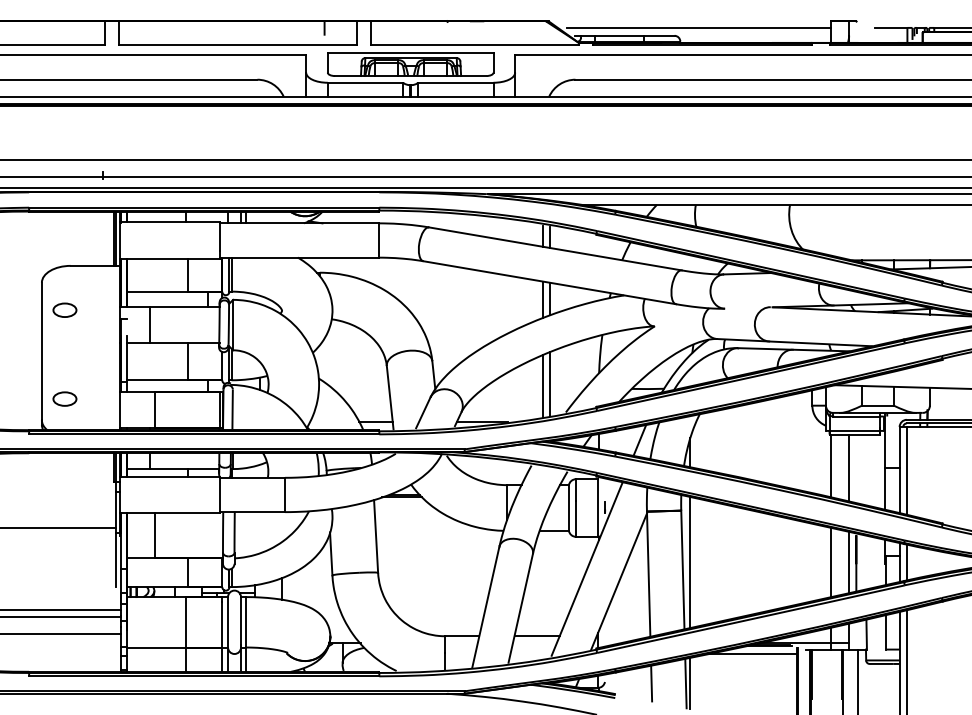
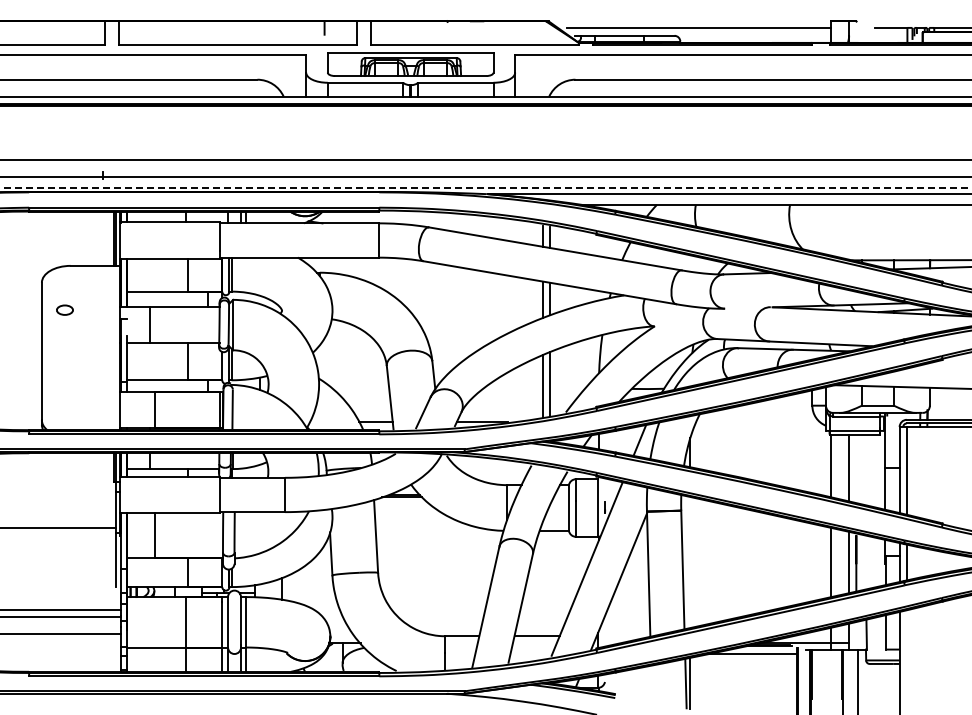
line at (486, 187): solid -> dashed
part at (64, 309) size: 26x16 px -> 18x12 px
part at (64, 398): present -> none
line at (690, 562): present -> none
line at (906, 660): present -> none
line at (651, 683): present -> none
